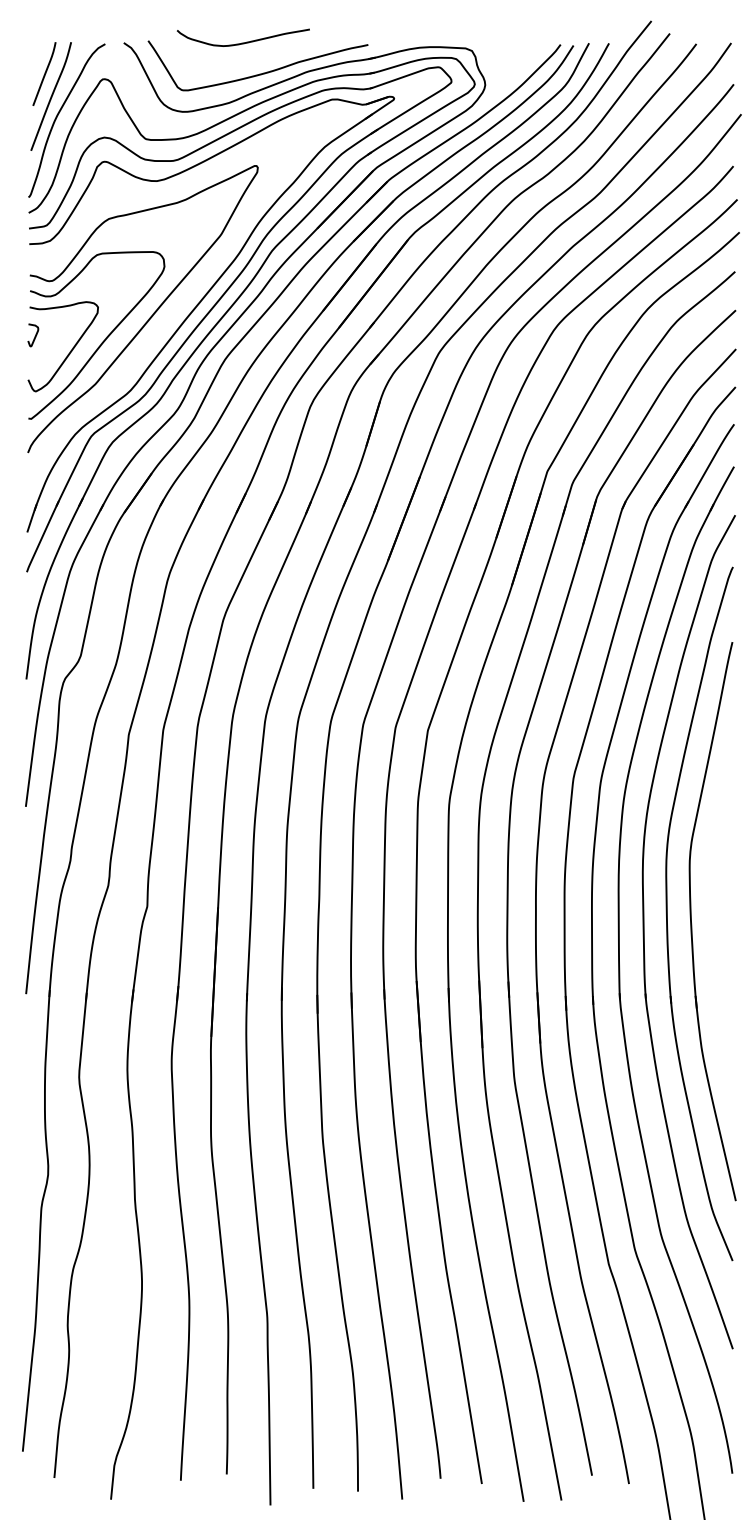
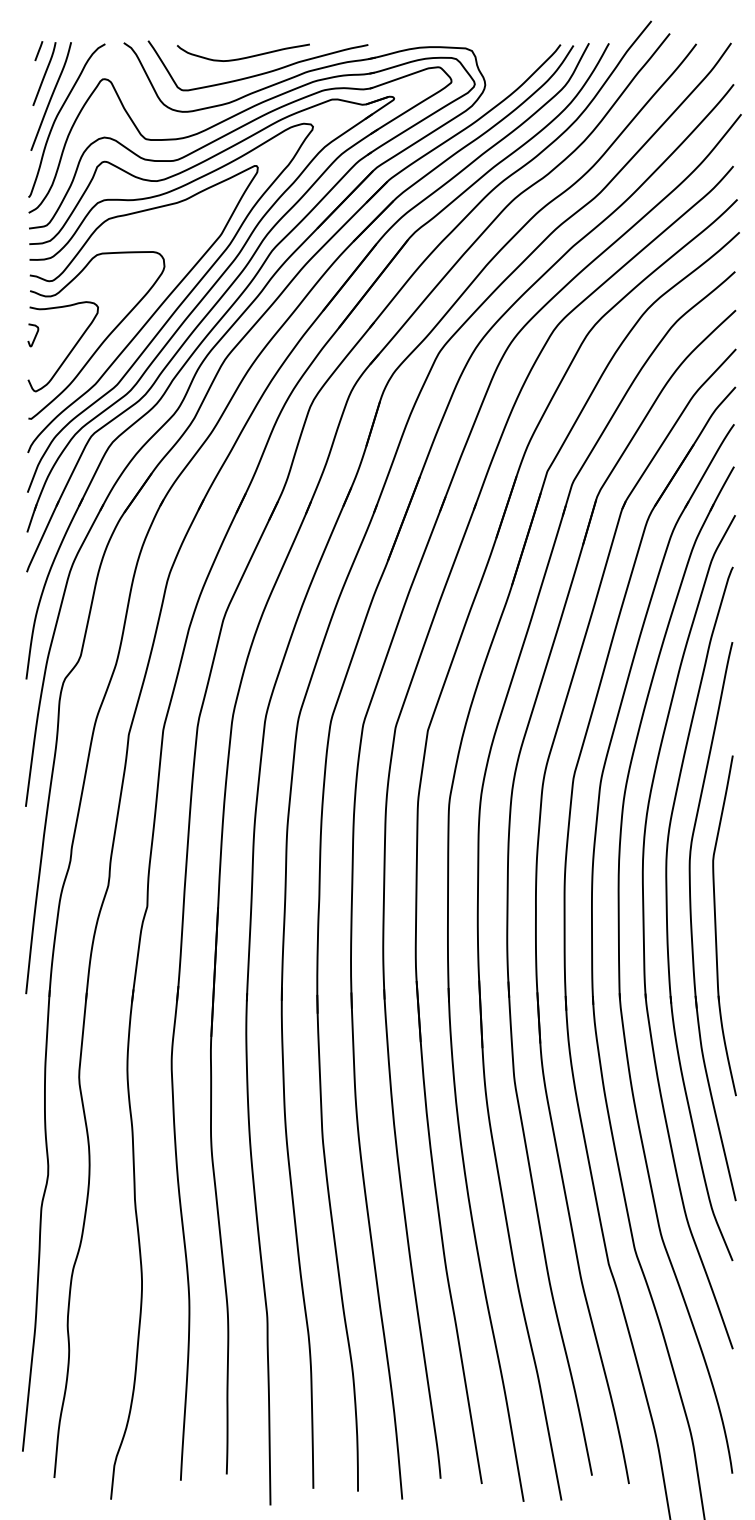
curve at (246, 41) position: (246, 41) -> (246, 56)
line at (38, 51): none -> present
curve at (174, 310): none -> present
part at (716, 925): none -> present
